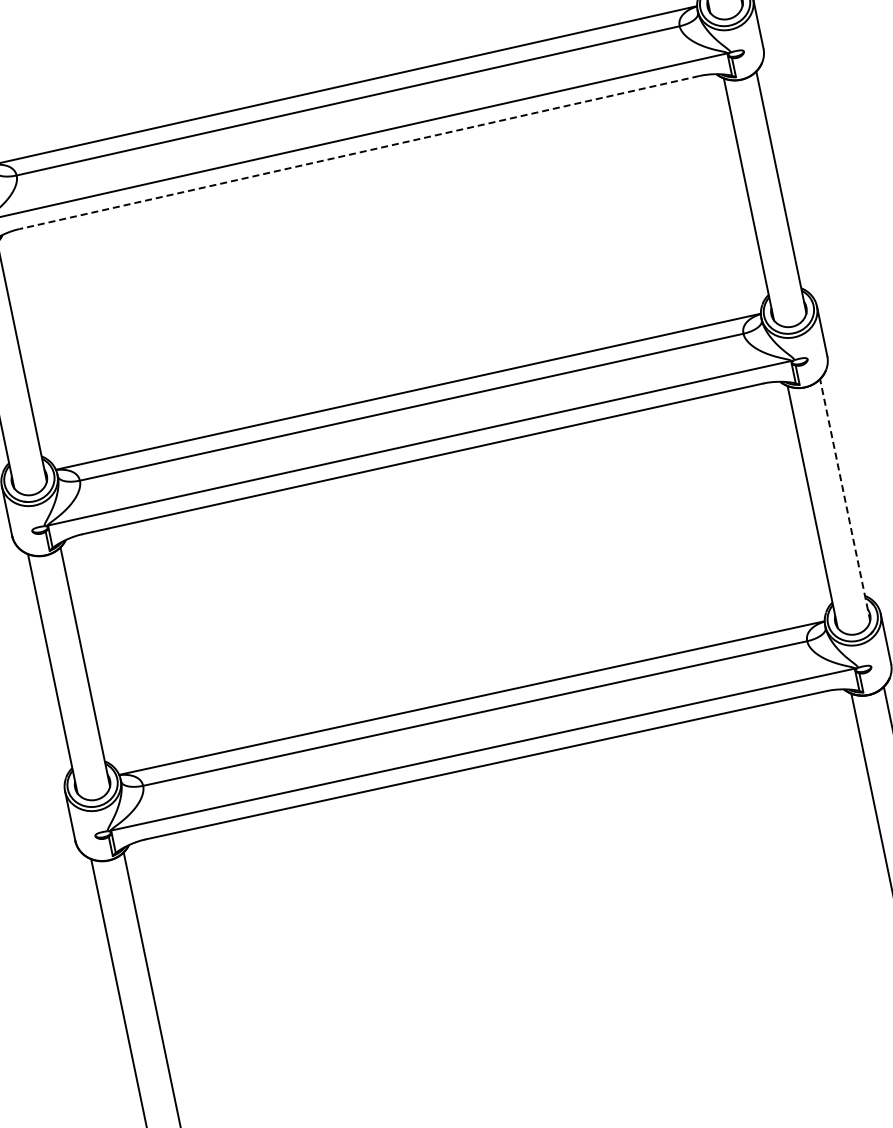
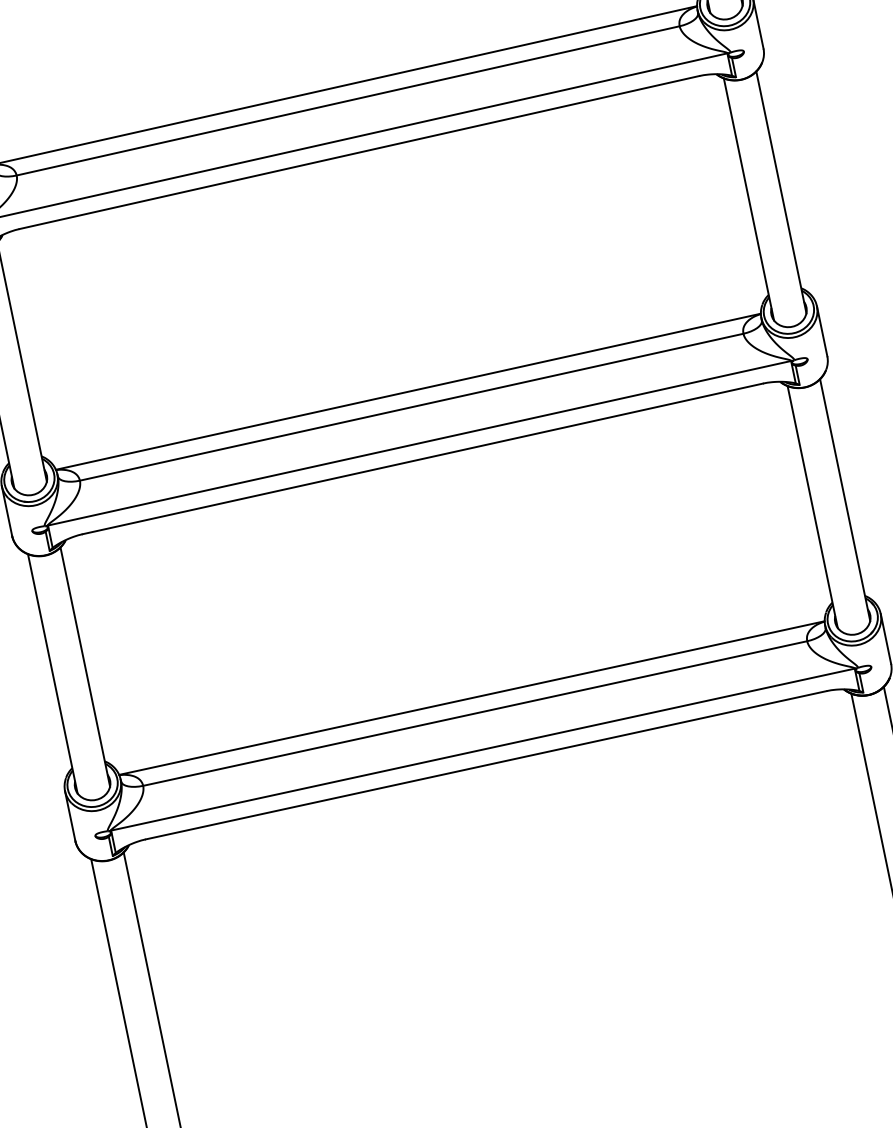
line at (358, 152): dashed -> solid
line at (845, 500): dashed -> solid
